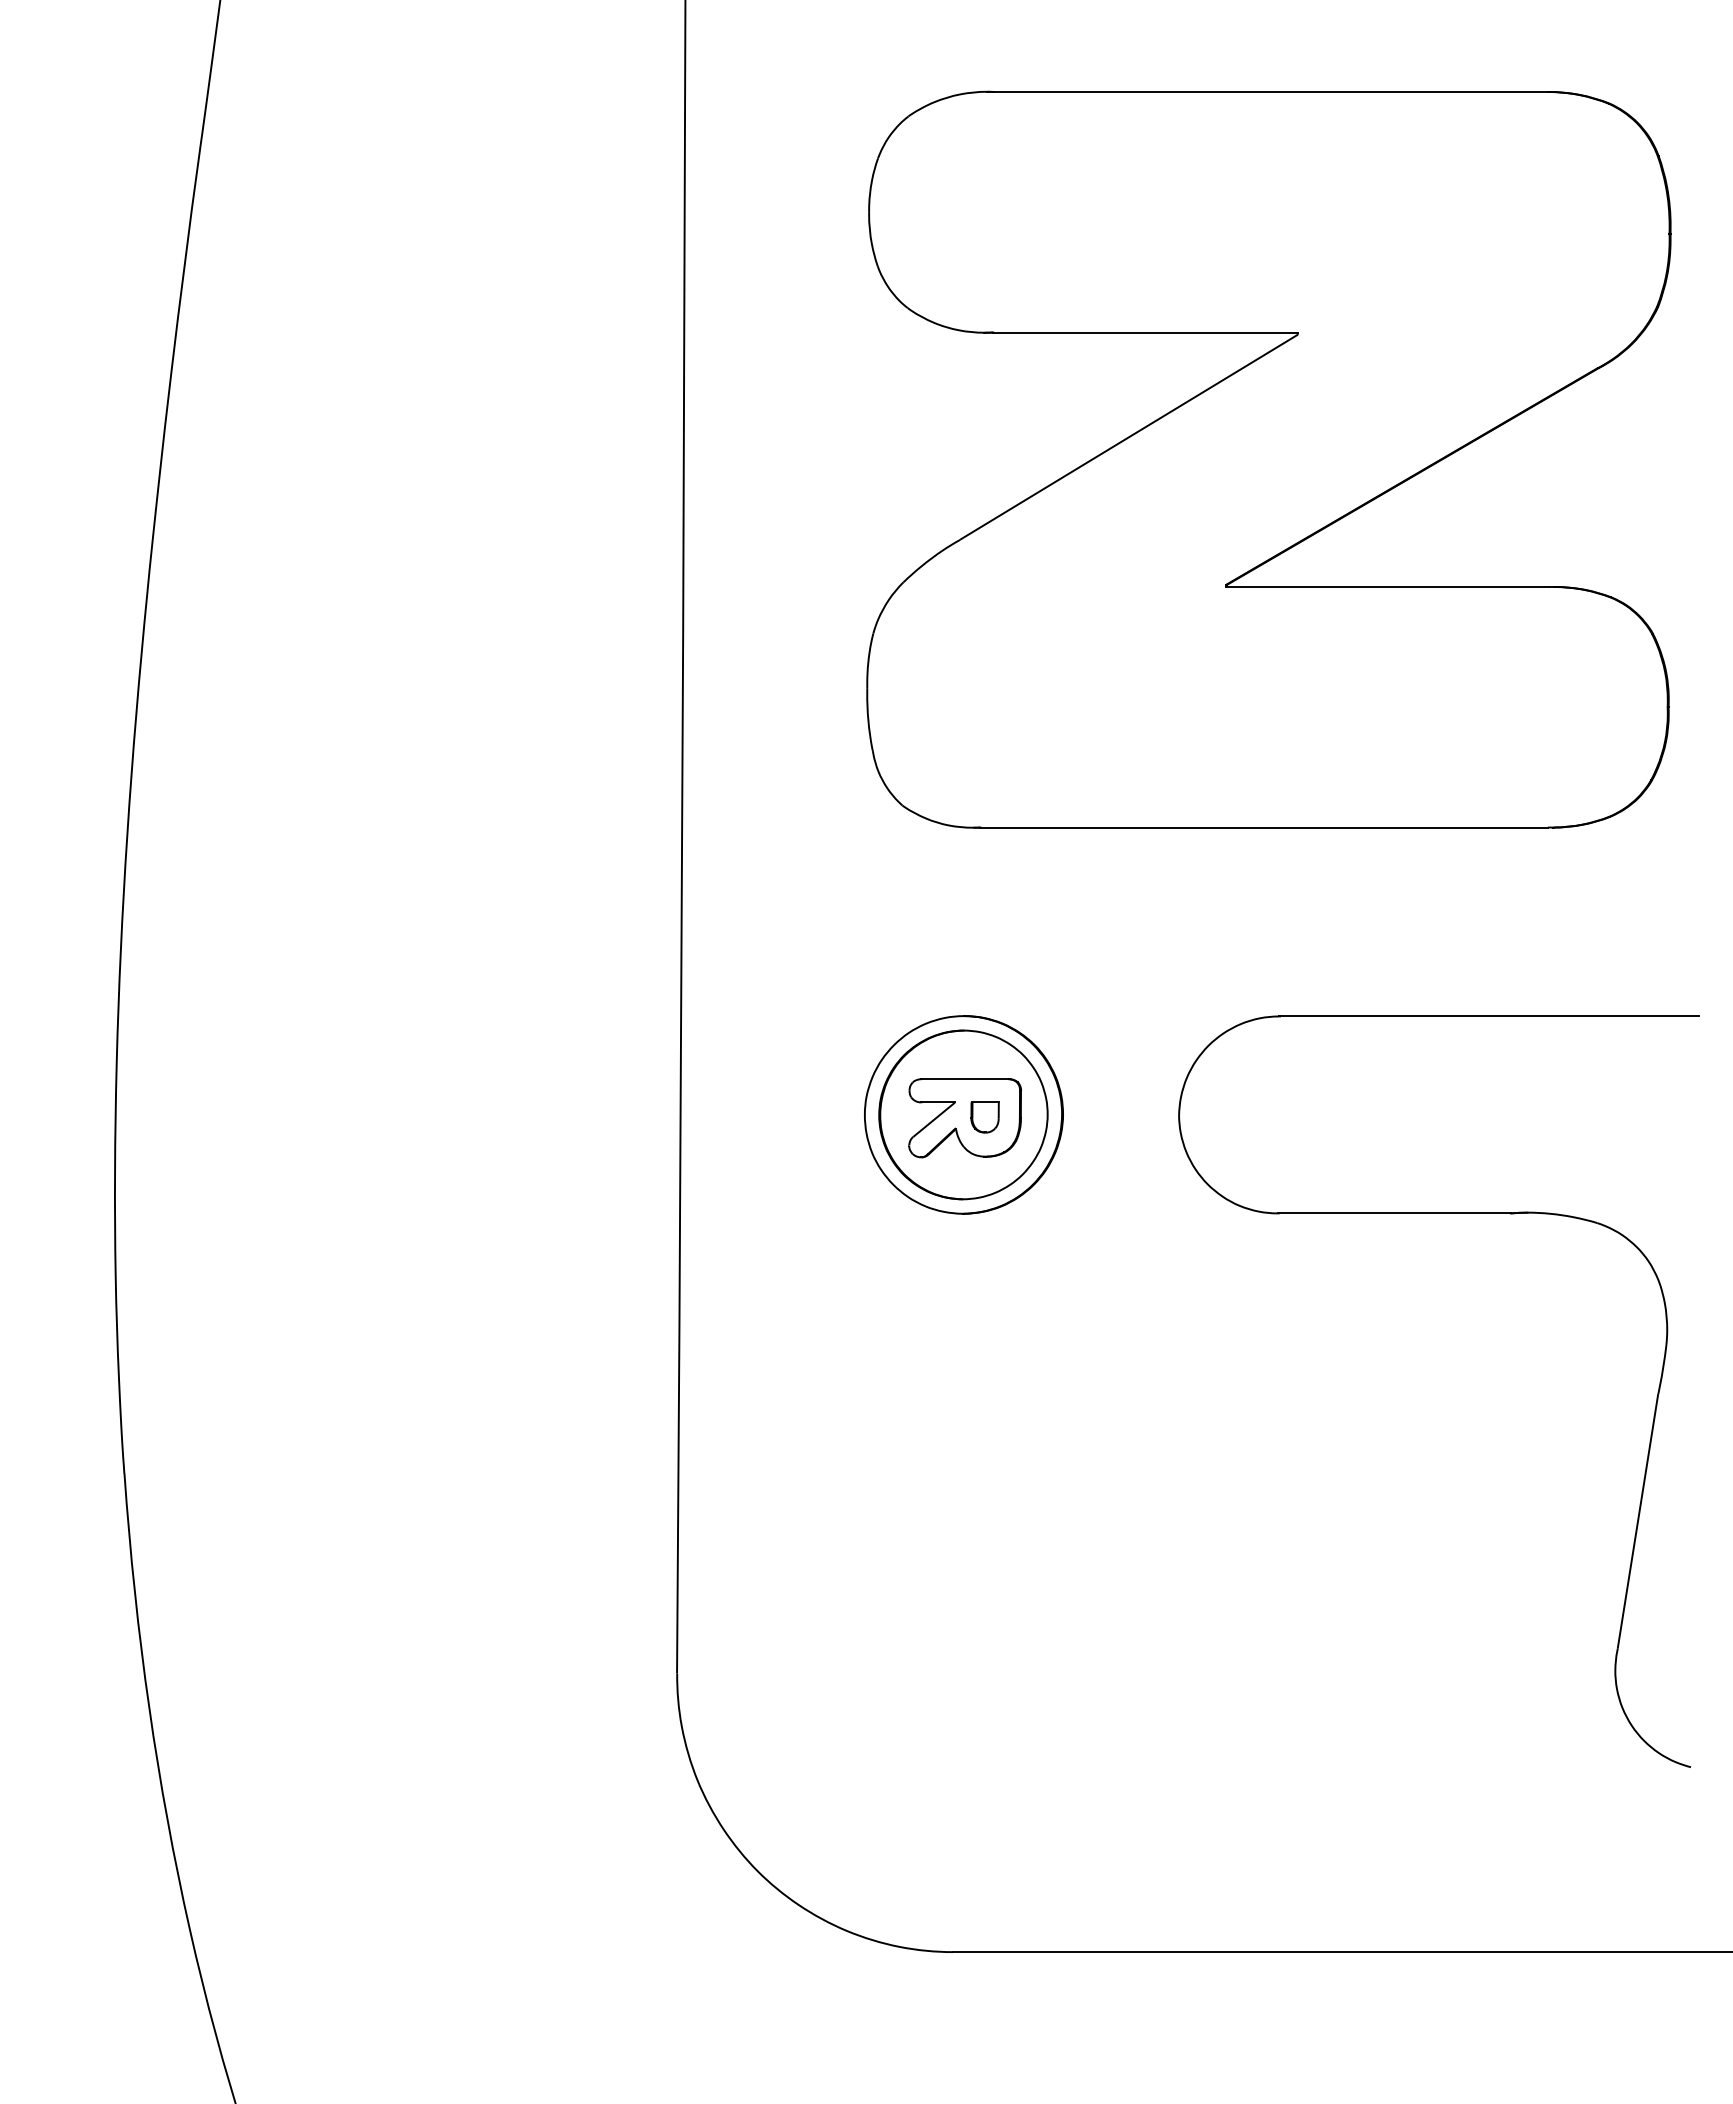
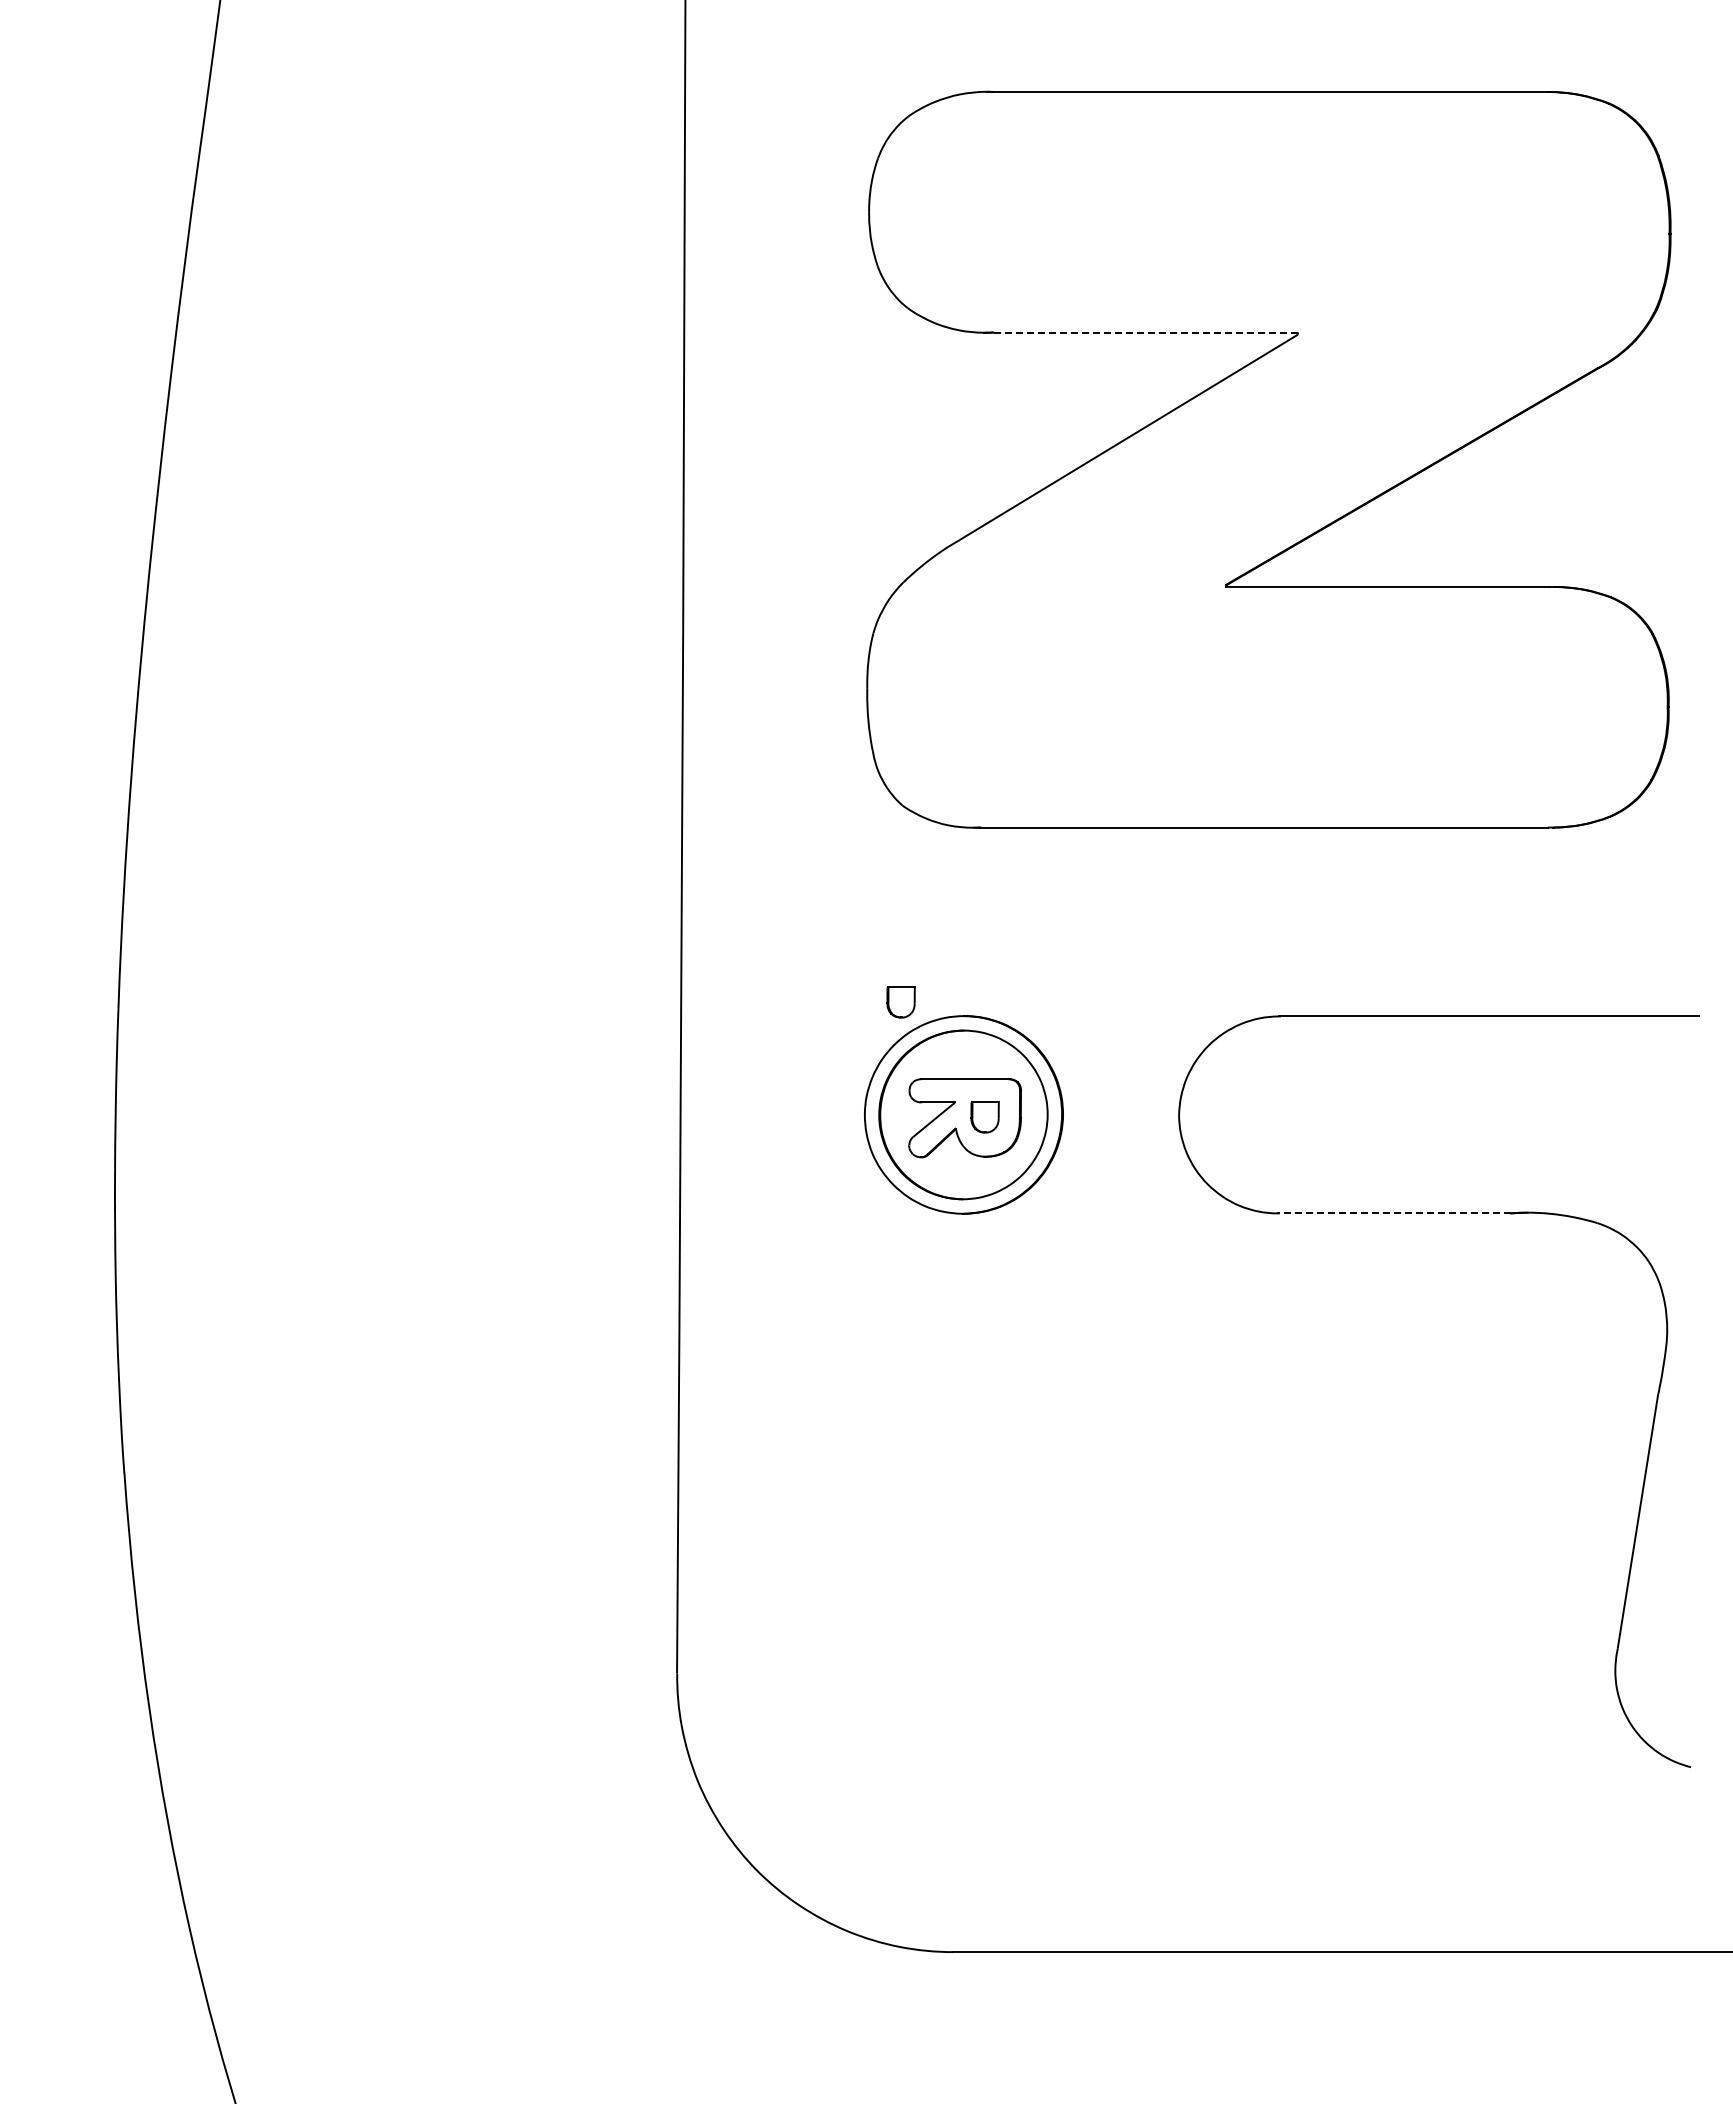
line at (1145, 332): solid -> dashed
part at (900, 1002): none -> present
line at (1394, 1213): solid -> dashed
